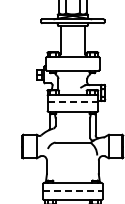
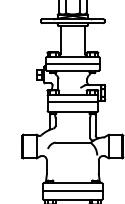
line at (72, 63): none -> present
line at (73, 101): dashed -> solid
line at (72, 191): dashed -> solid
